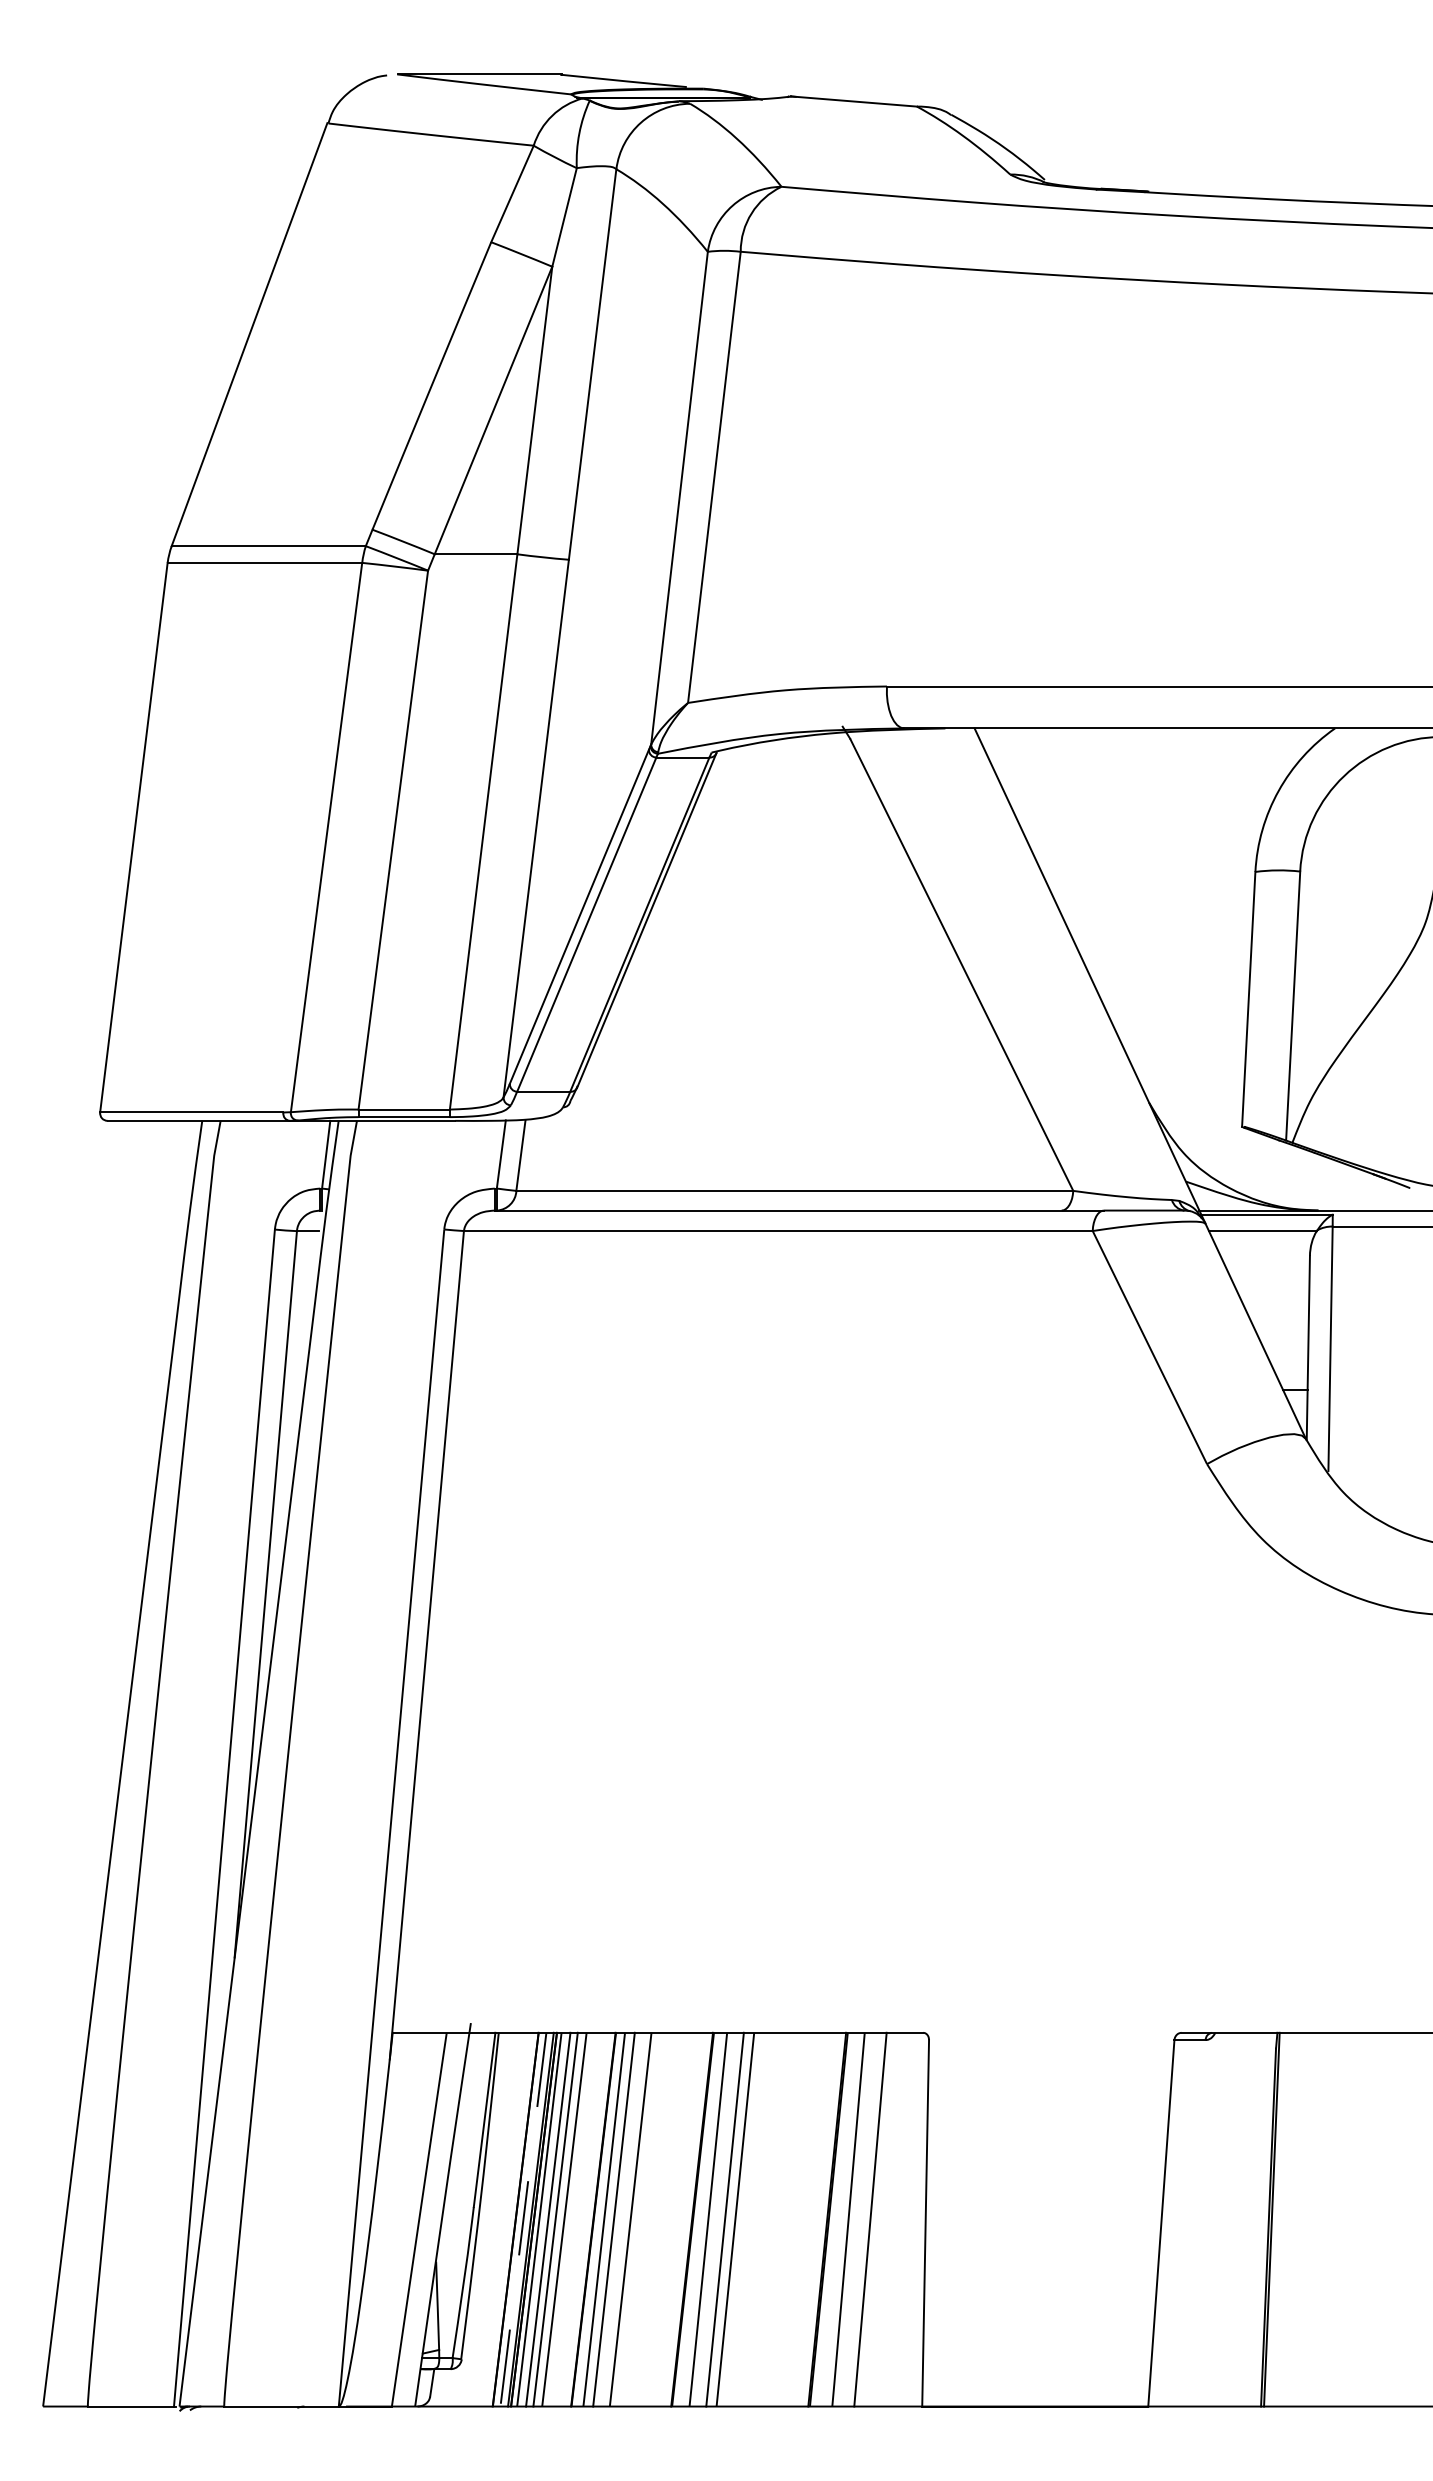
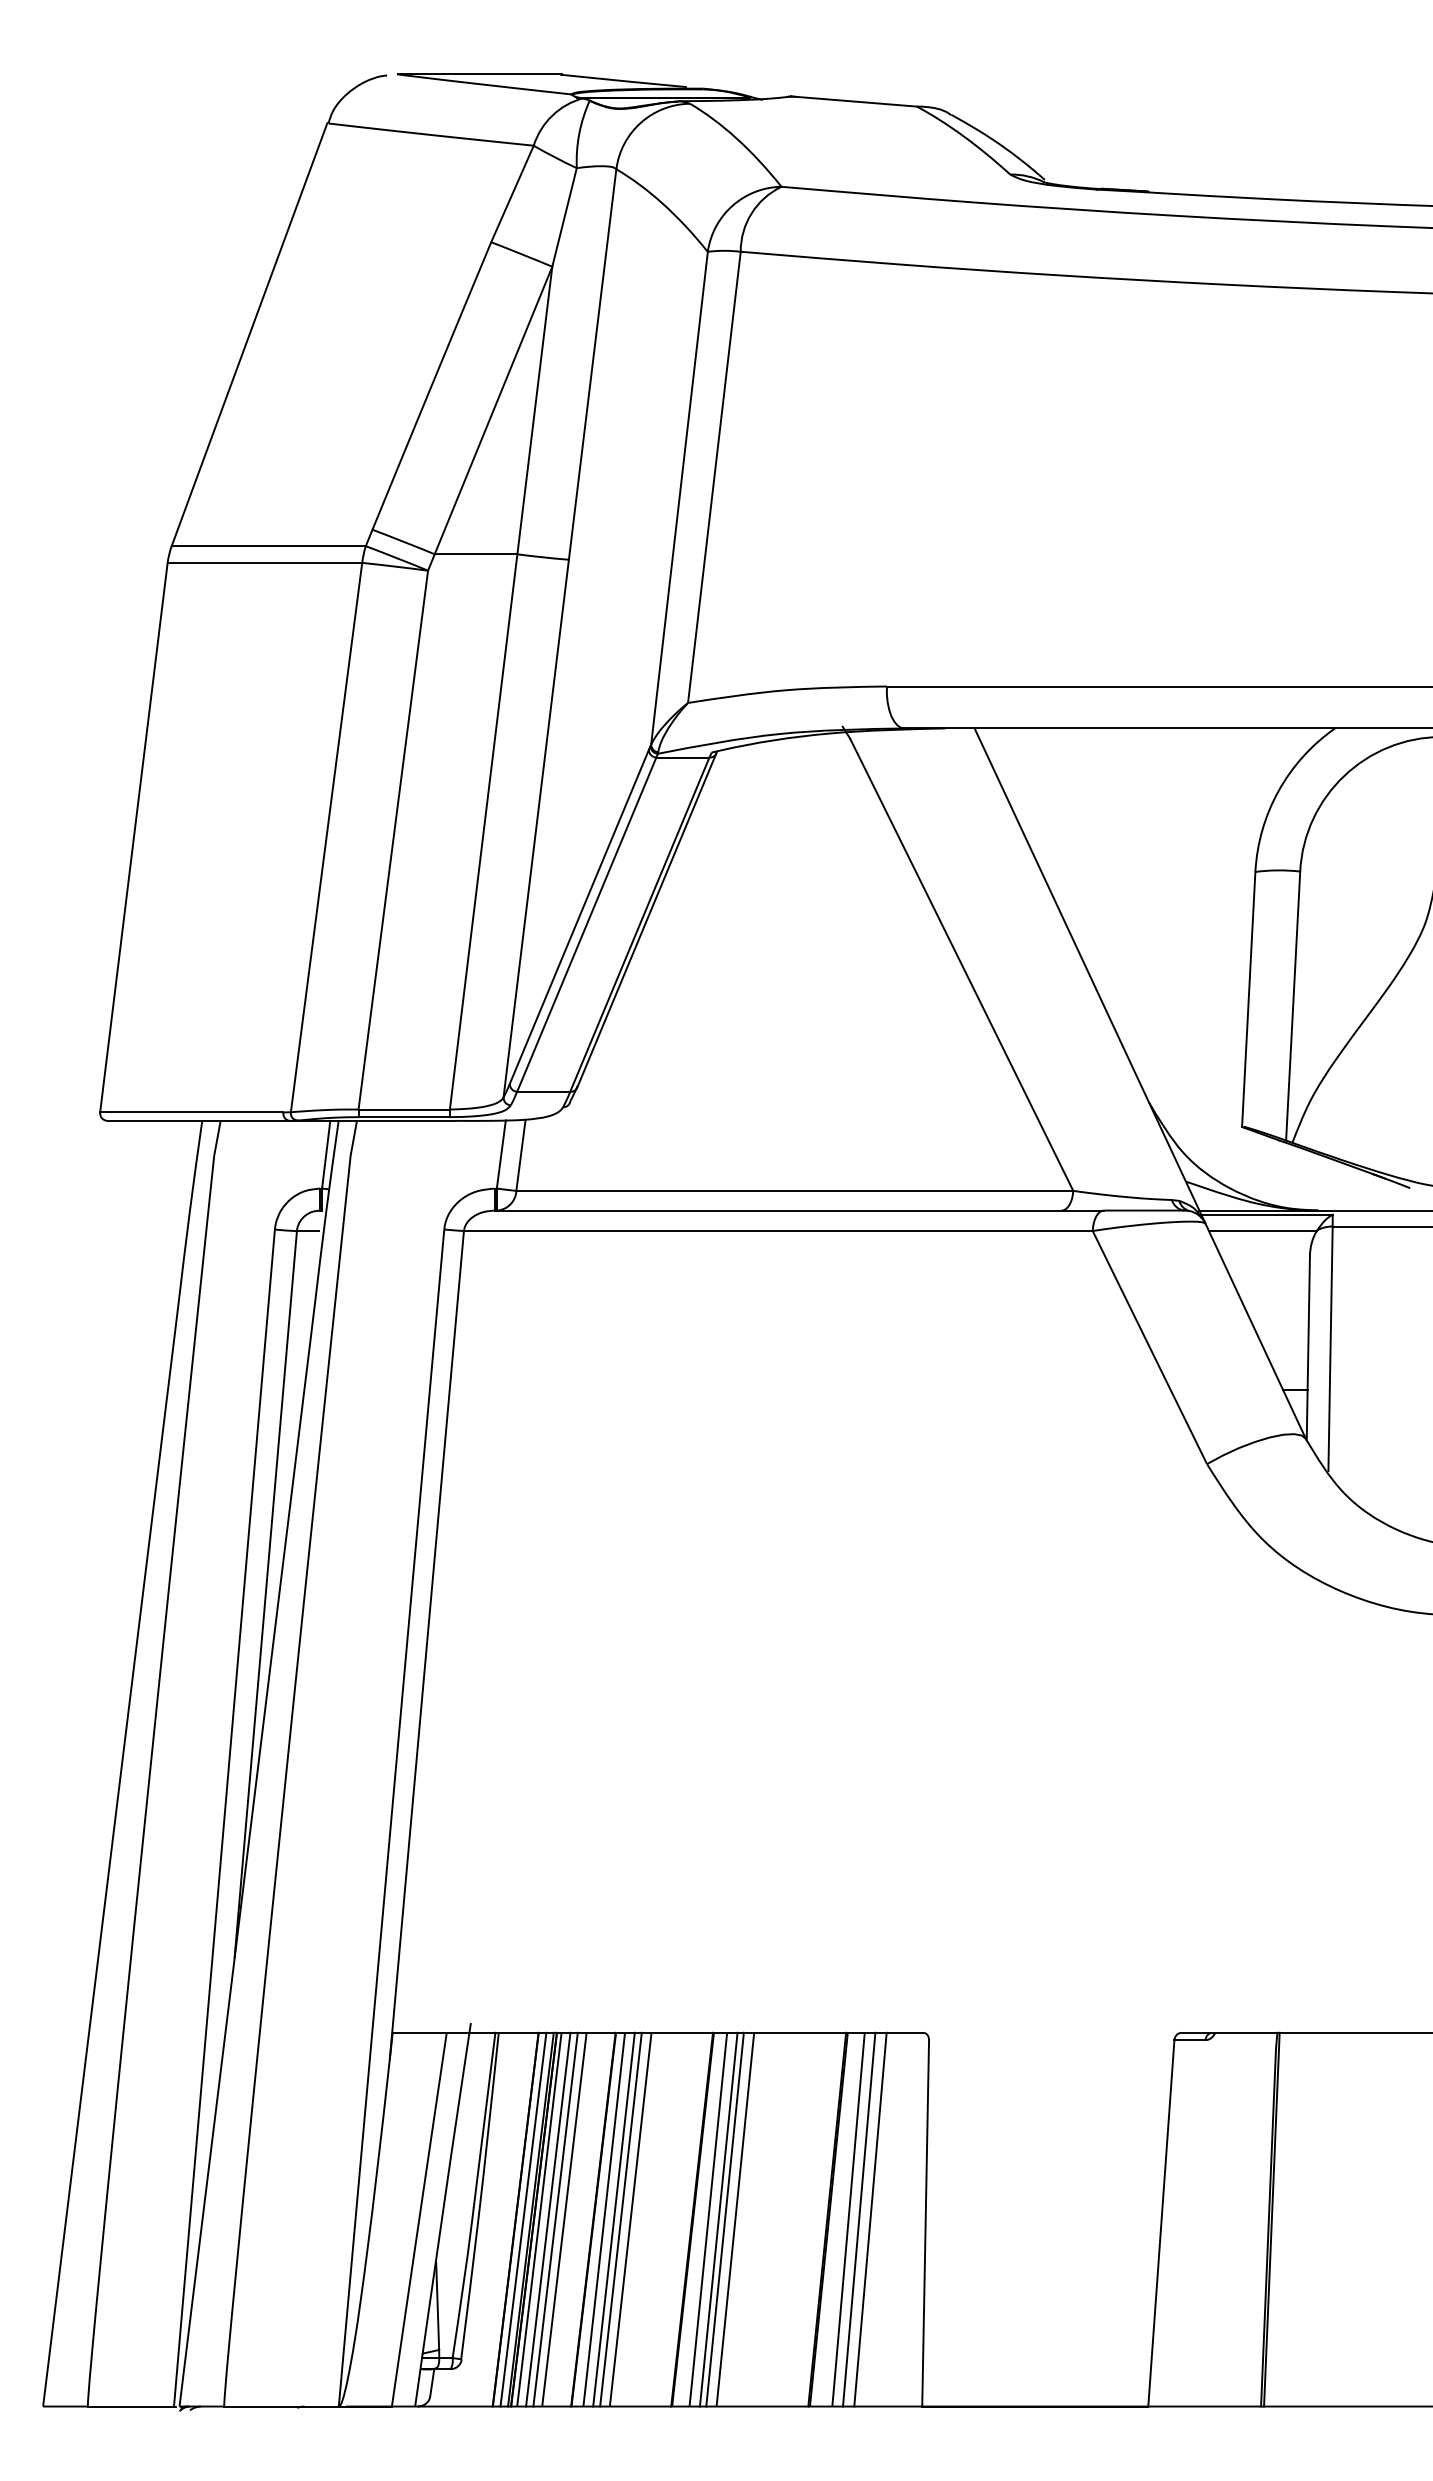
line at (620, 2219): none -> present
line at (718, 2219): none -> present
line at (859, 2219): none -> present
line at (523, 2220): dashed -> solid
